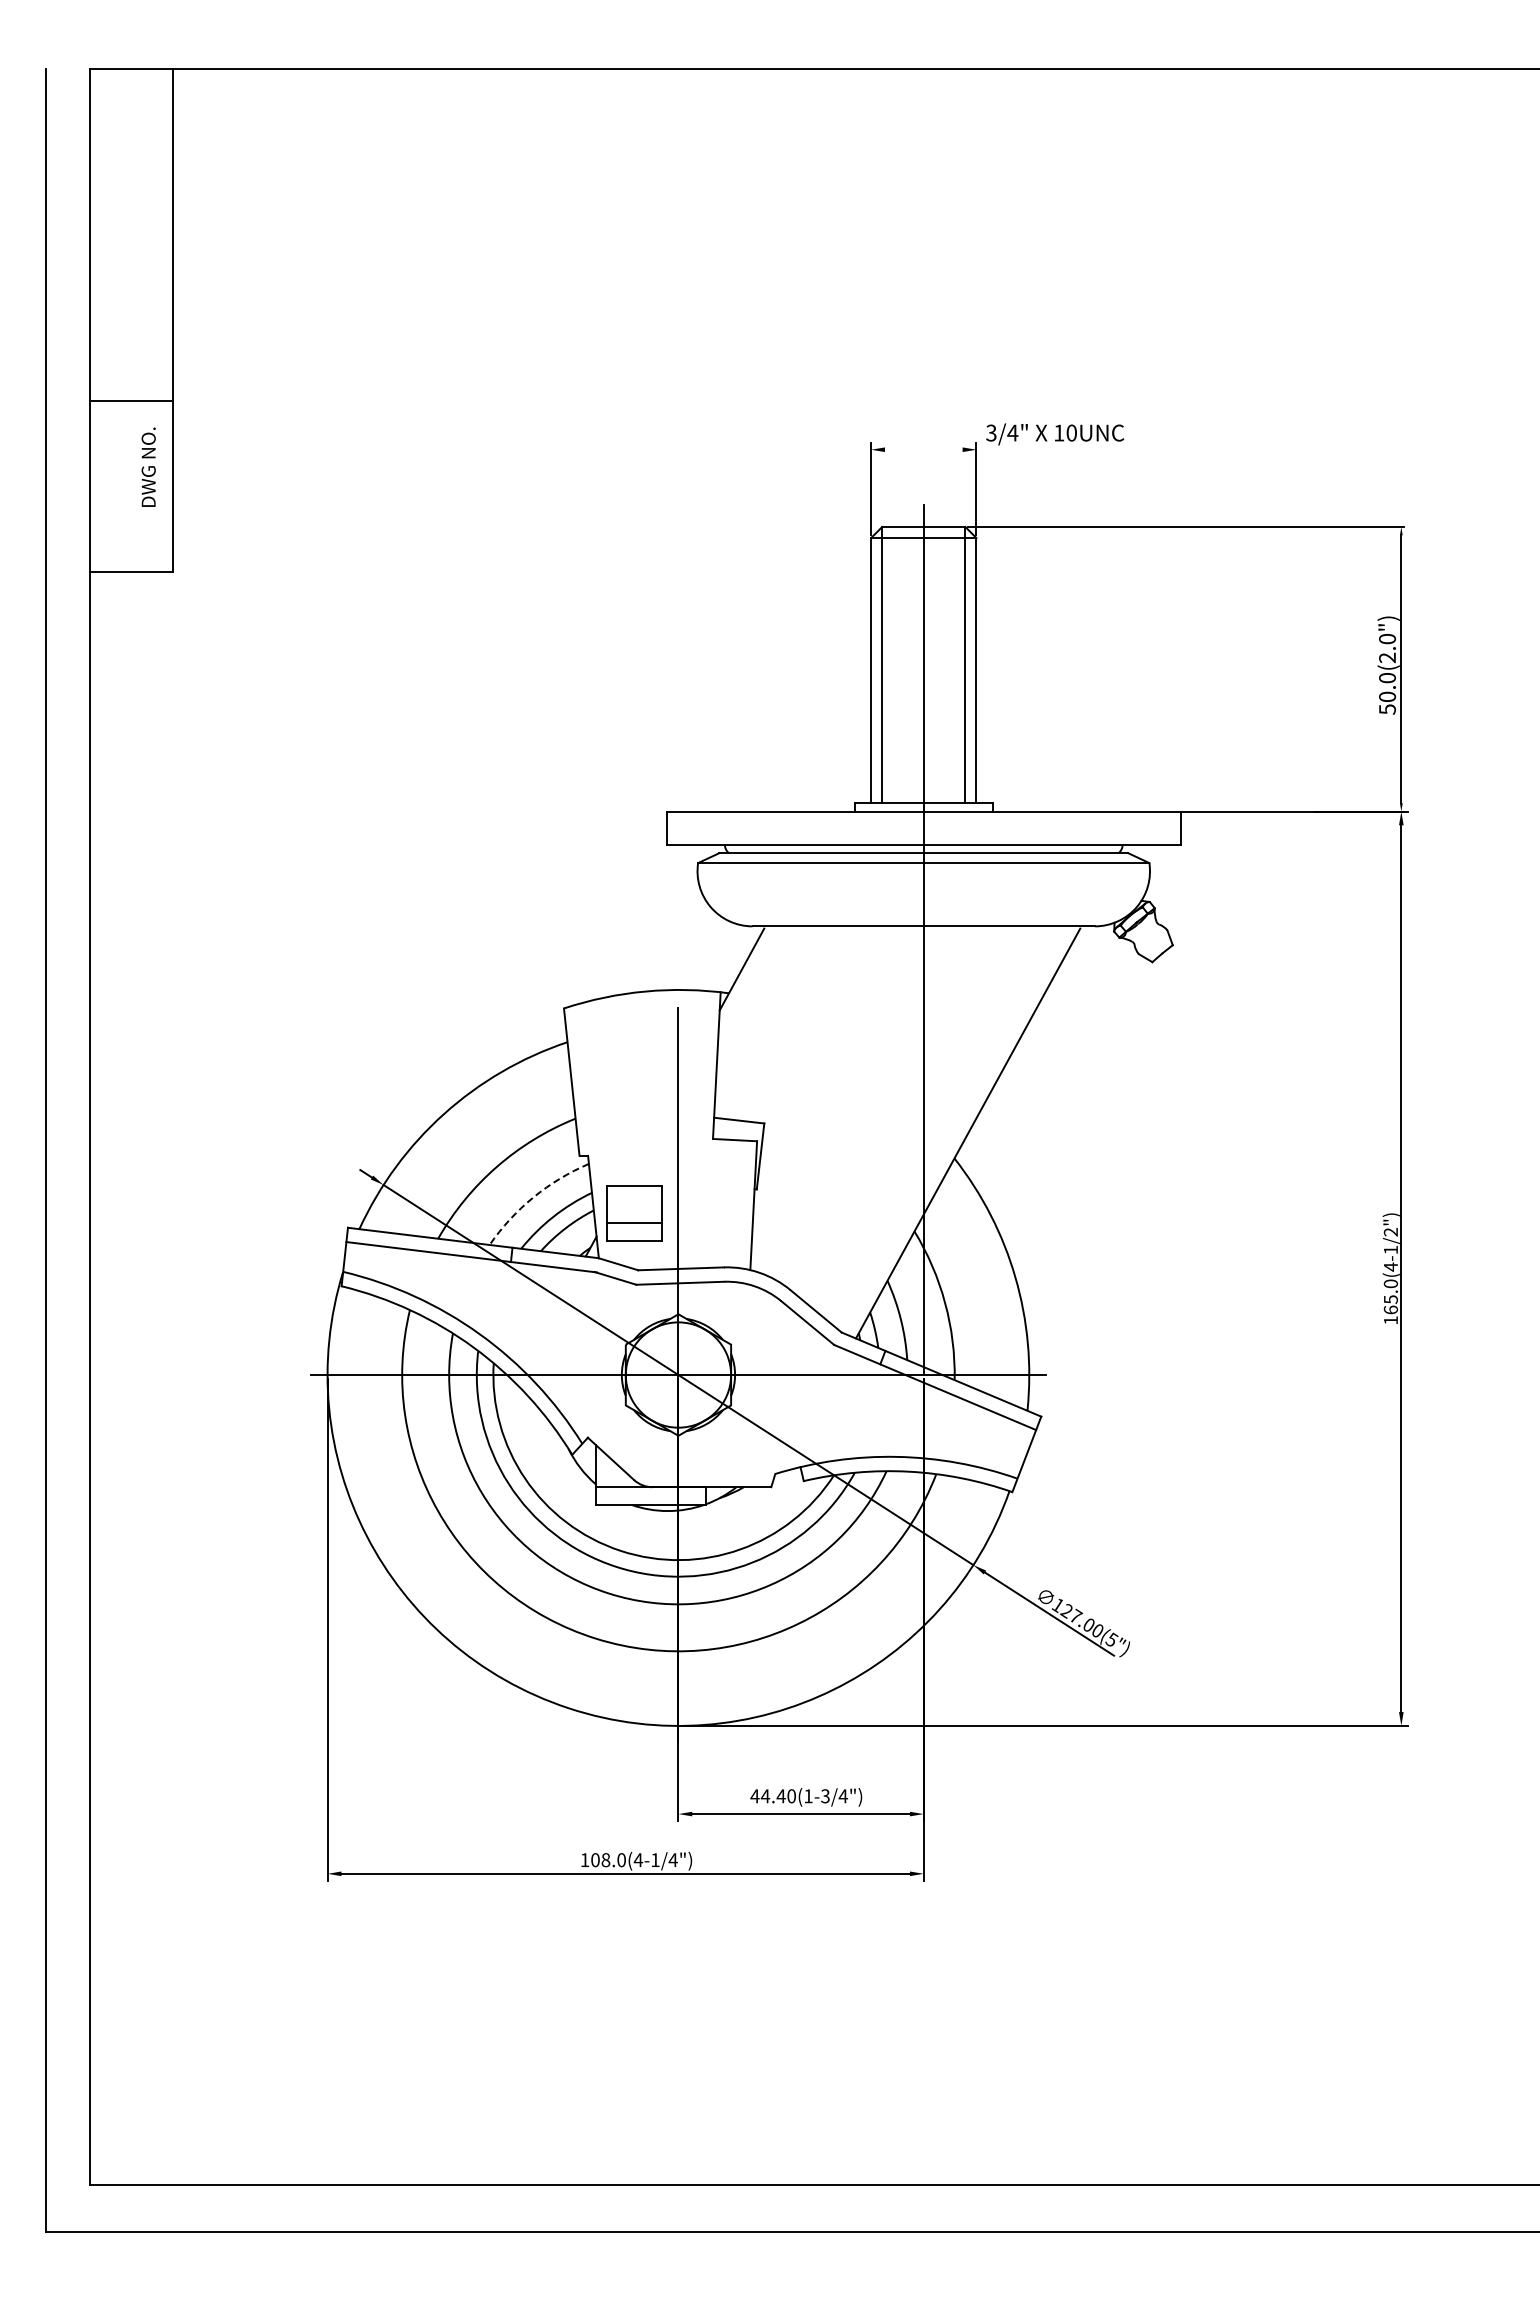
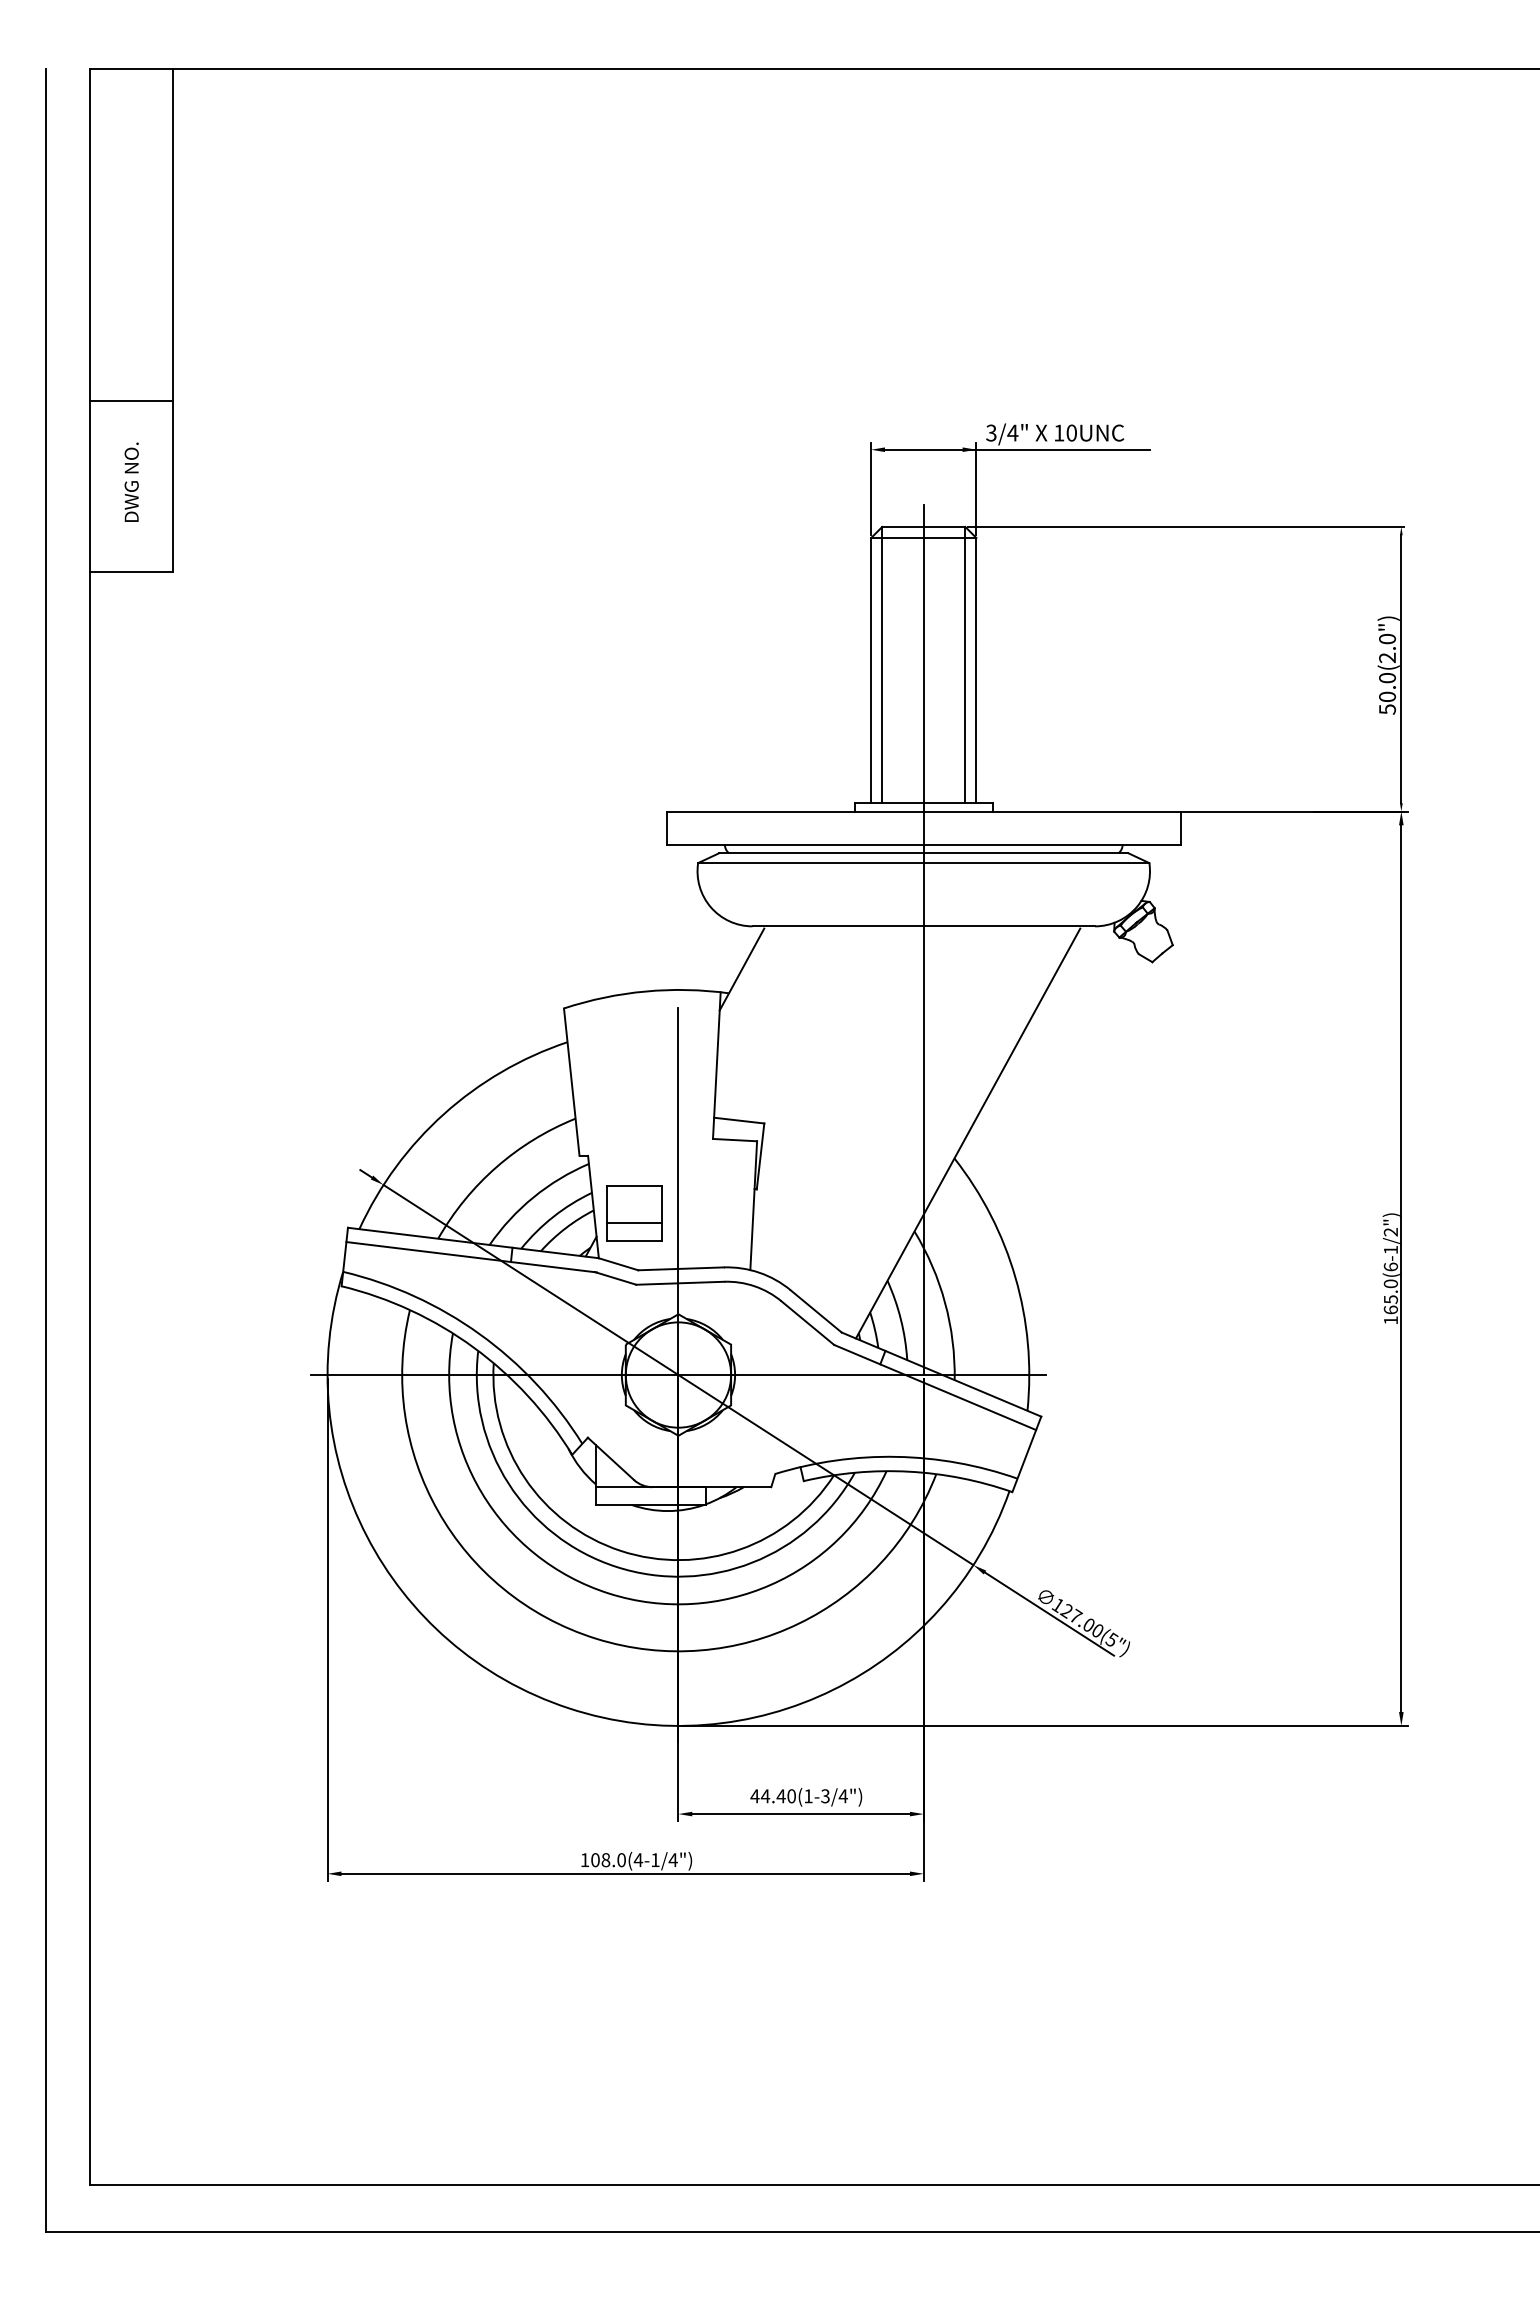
line at (1017, 449): none -> present
text at (148, 466) position: (148, 466) -> (131, 481)
arc at (533, 1197): dashed -> solid
text at (1390, 1266): 165.0(4-1/2") -> 165.0(6-1/2")
